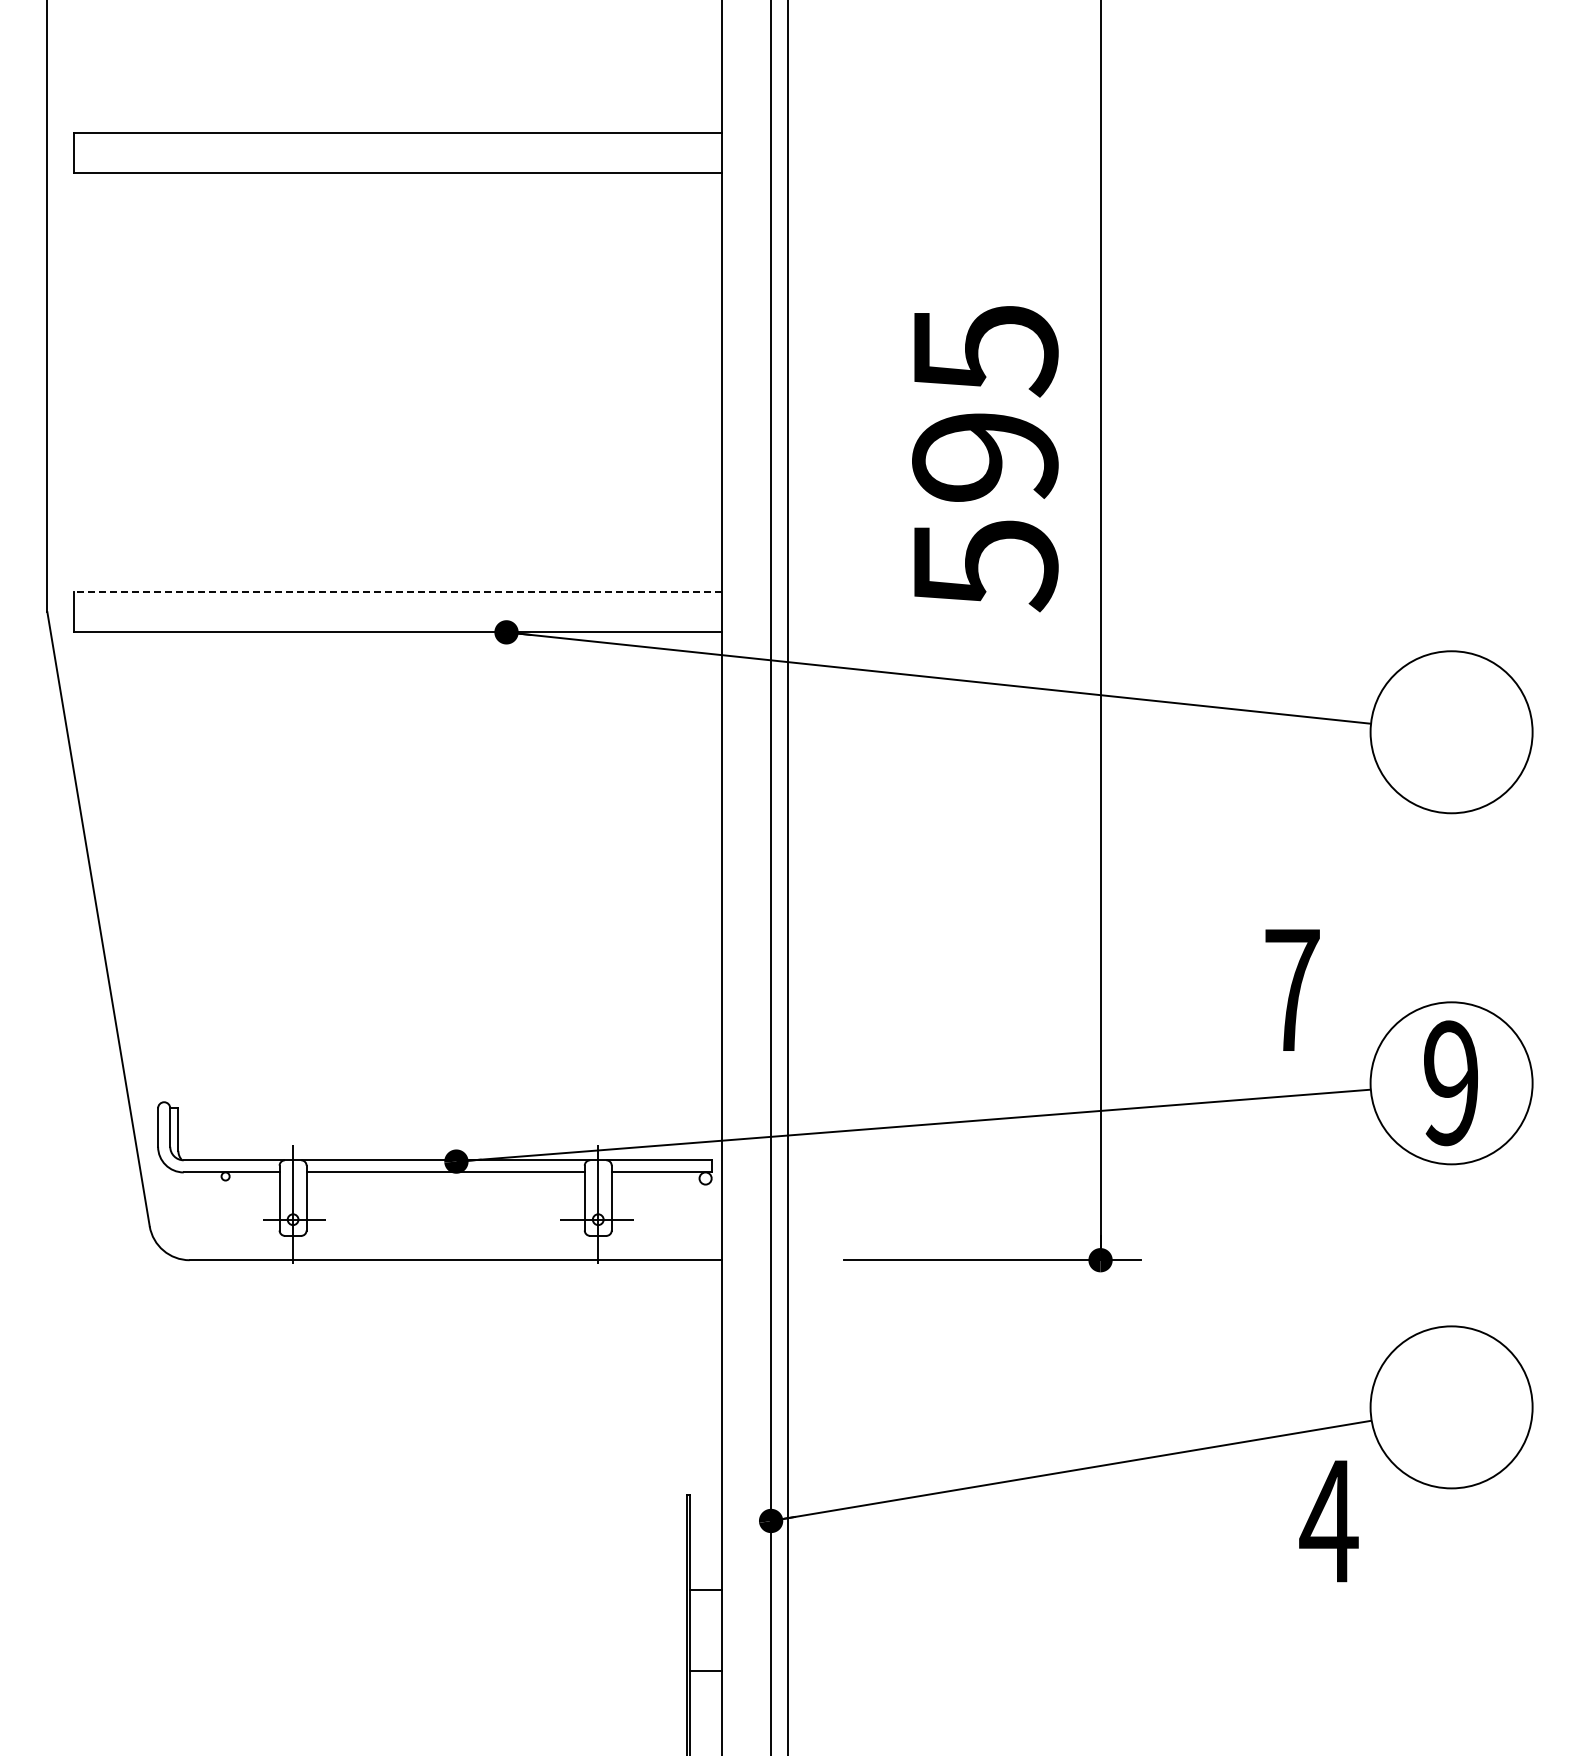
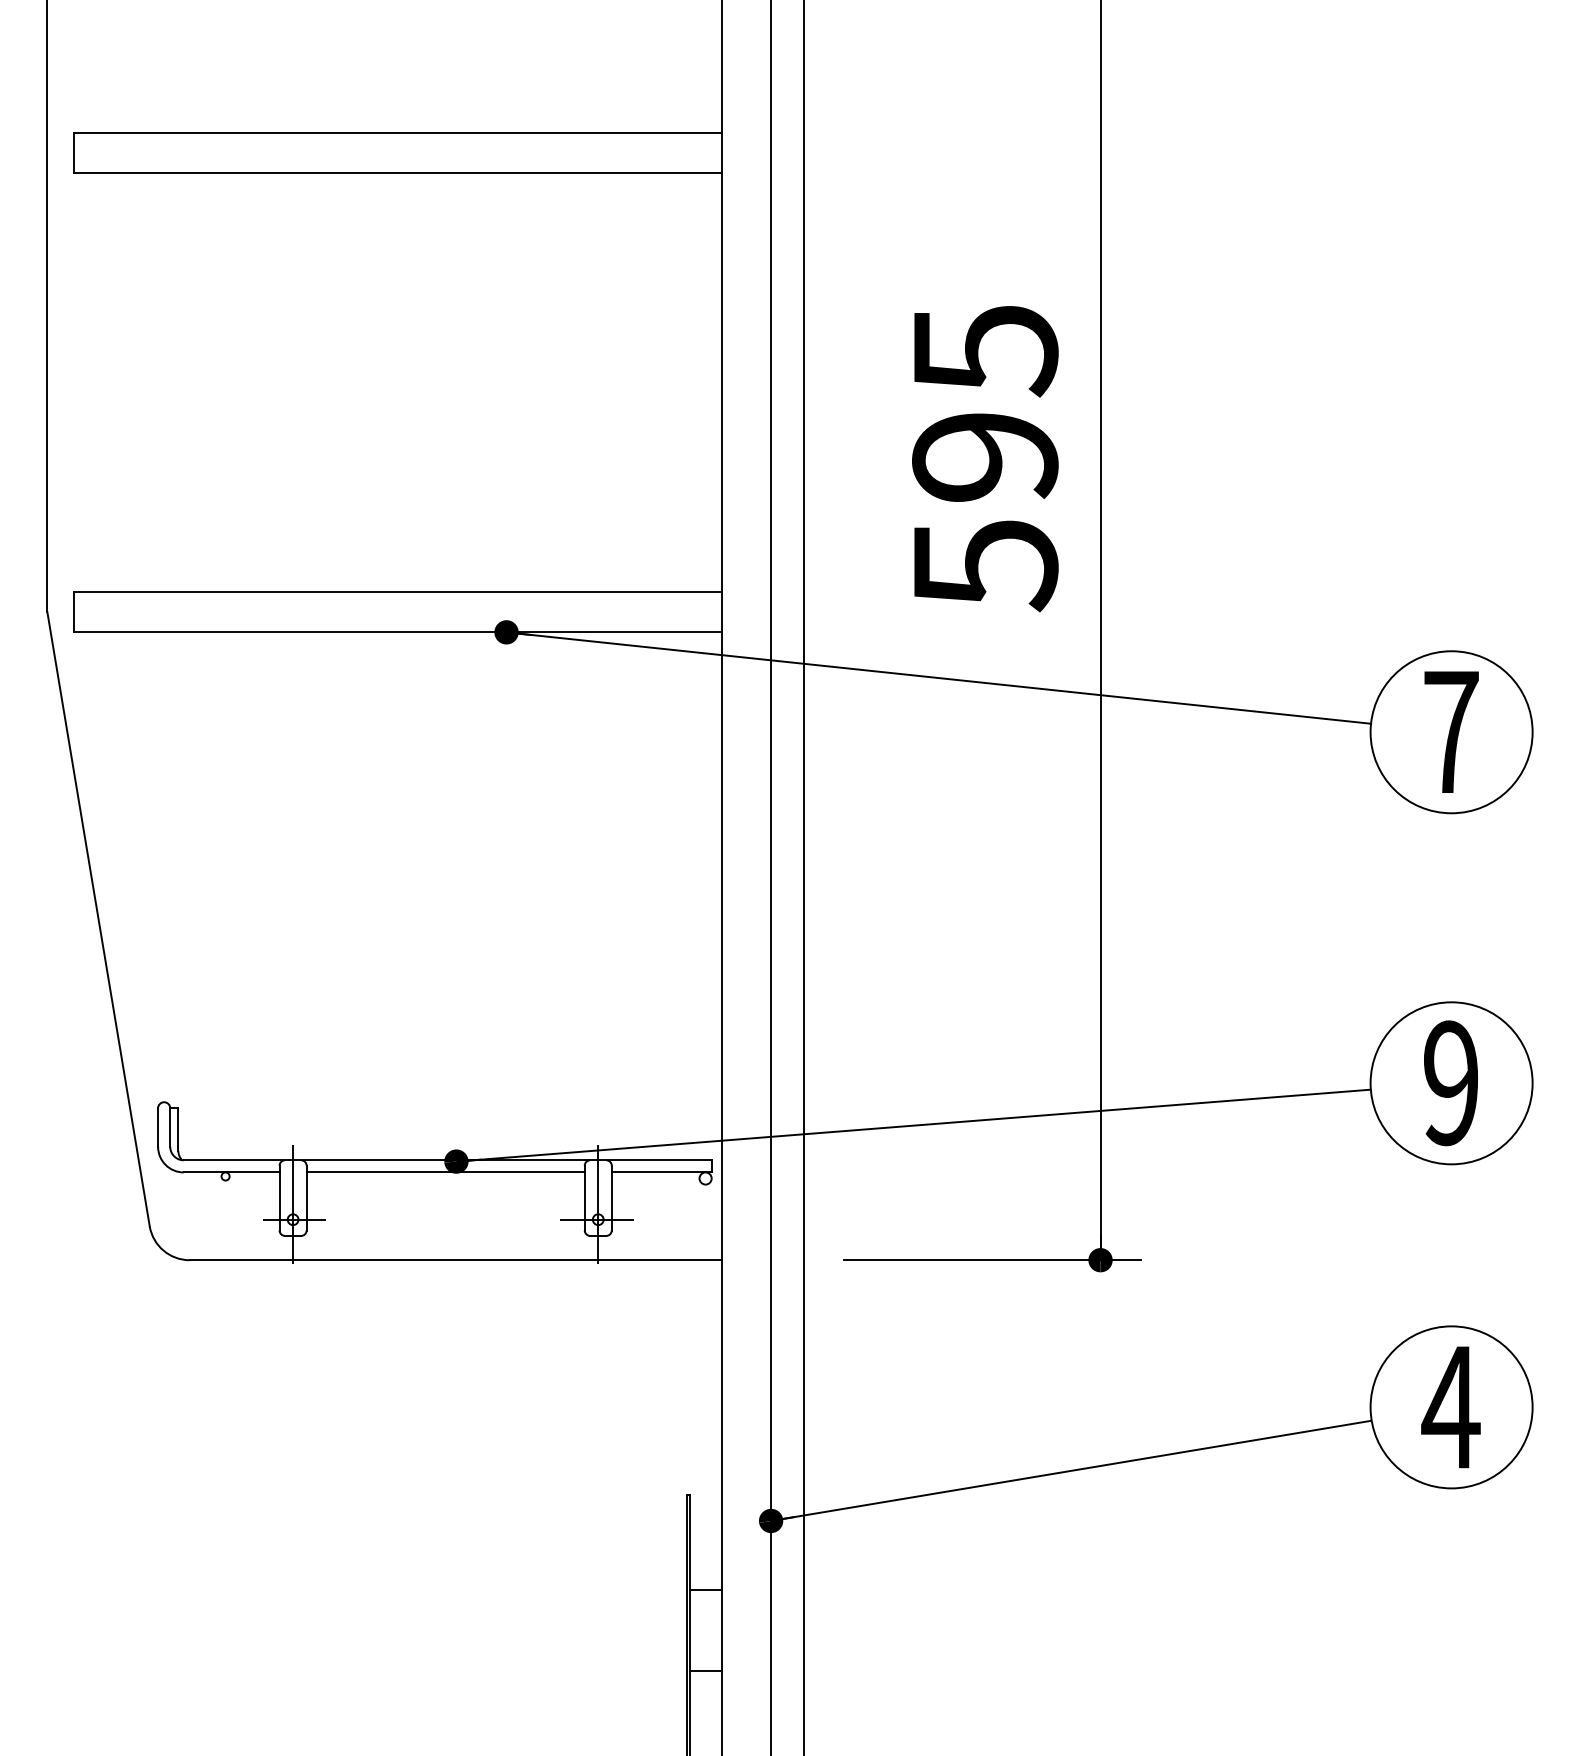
line at (397, 591): dashed -> solid
line at (787, 877) position: (787, 877) -> (803, 877)
text at (1292, 989) position: (1292, 989) -> (1451, 731)
text at (1328, 1521) position: (1328, 1521) -> (1450, 1407)
